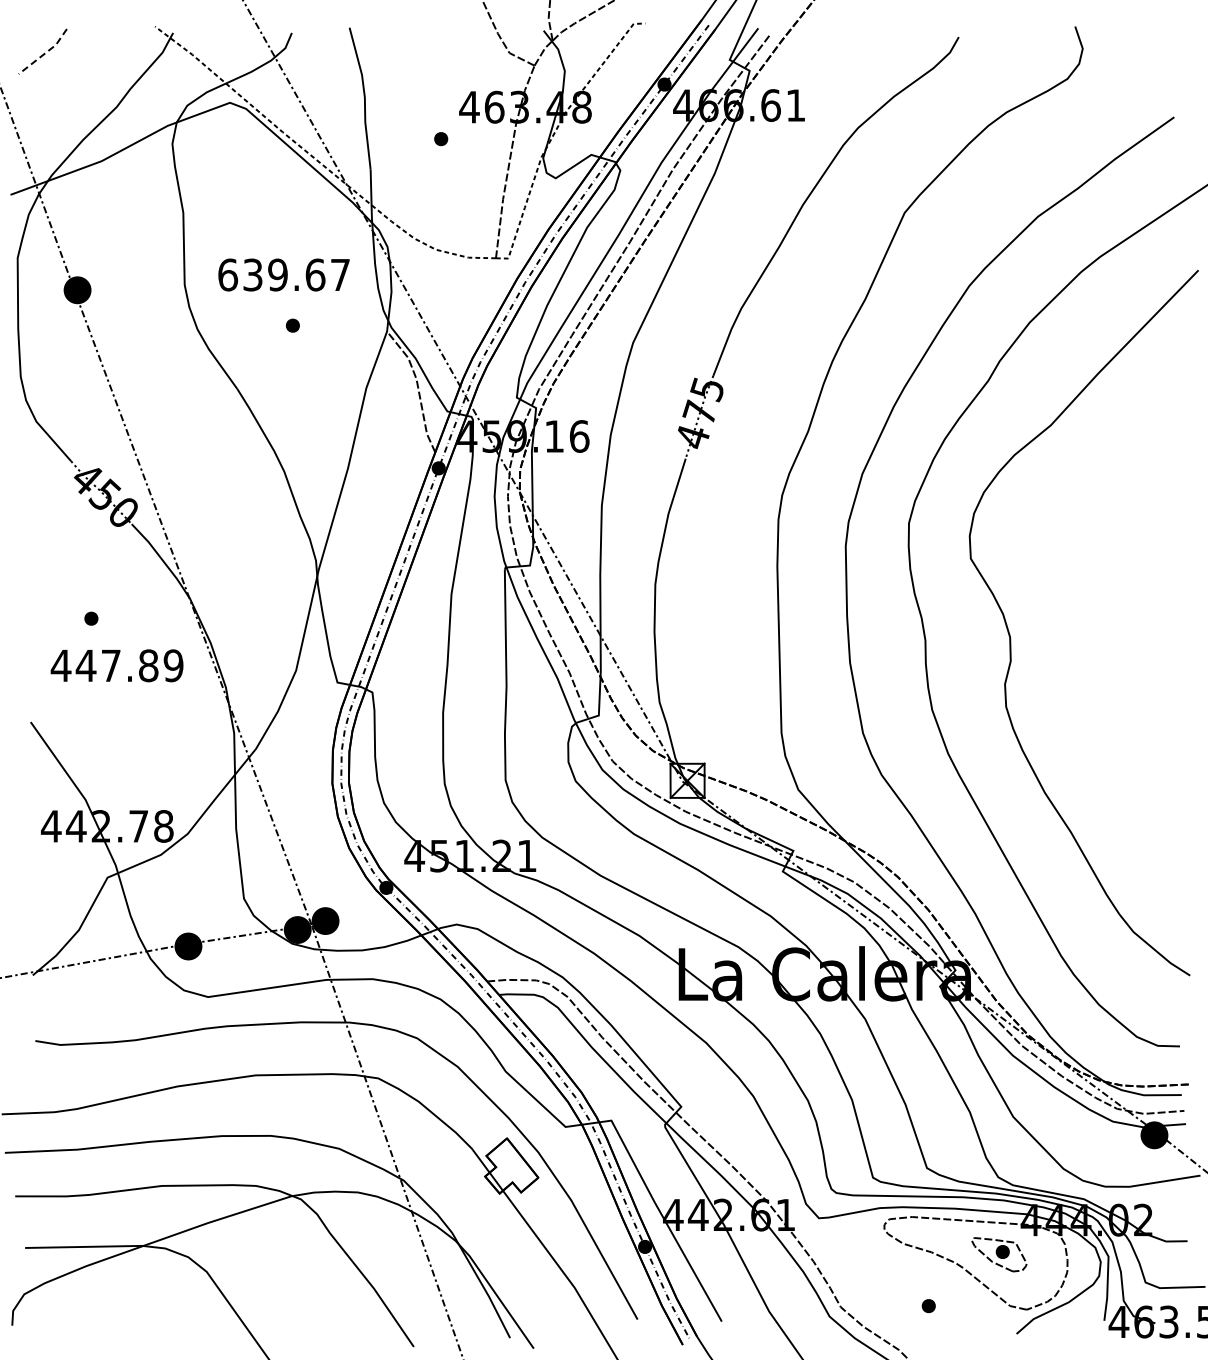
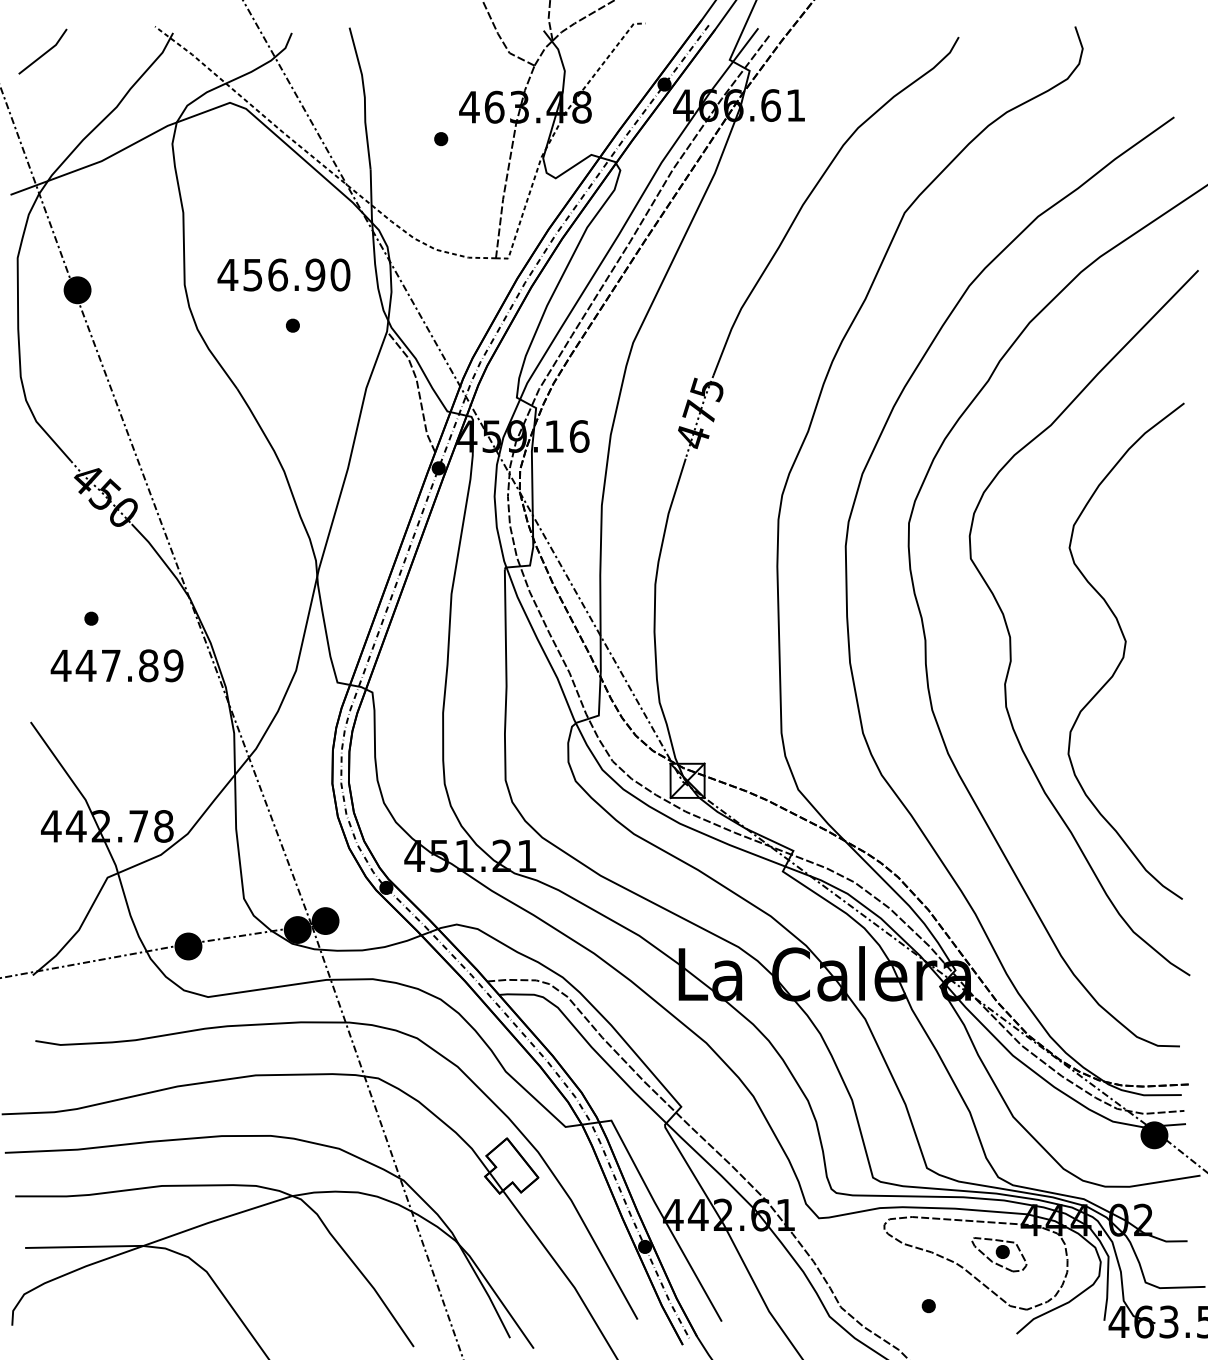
line at (45, 53): dashed -> solid
text at (283, 274): 639.67 -> 456.90
curve at (1125, 650): none -> present
